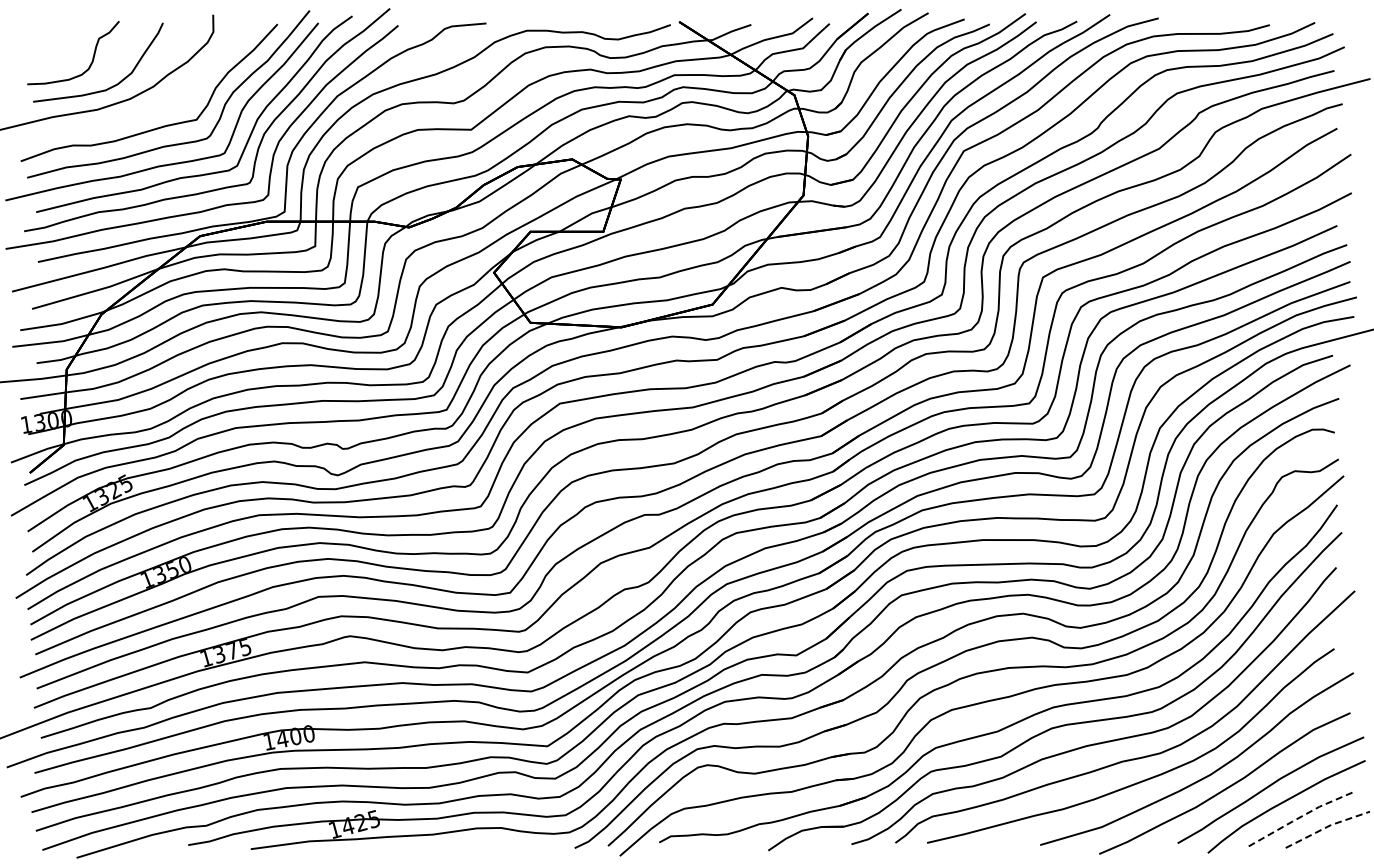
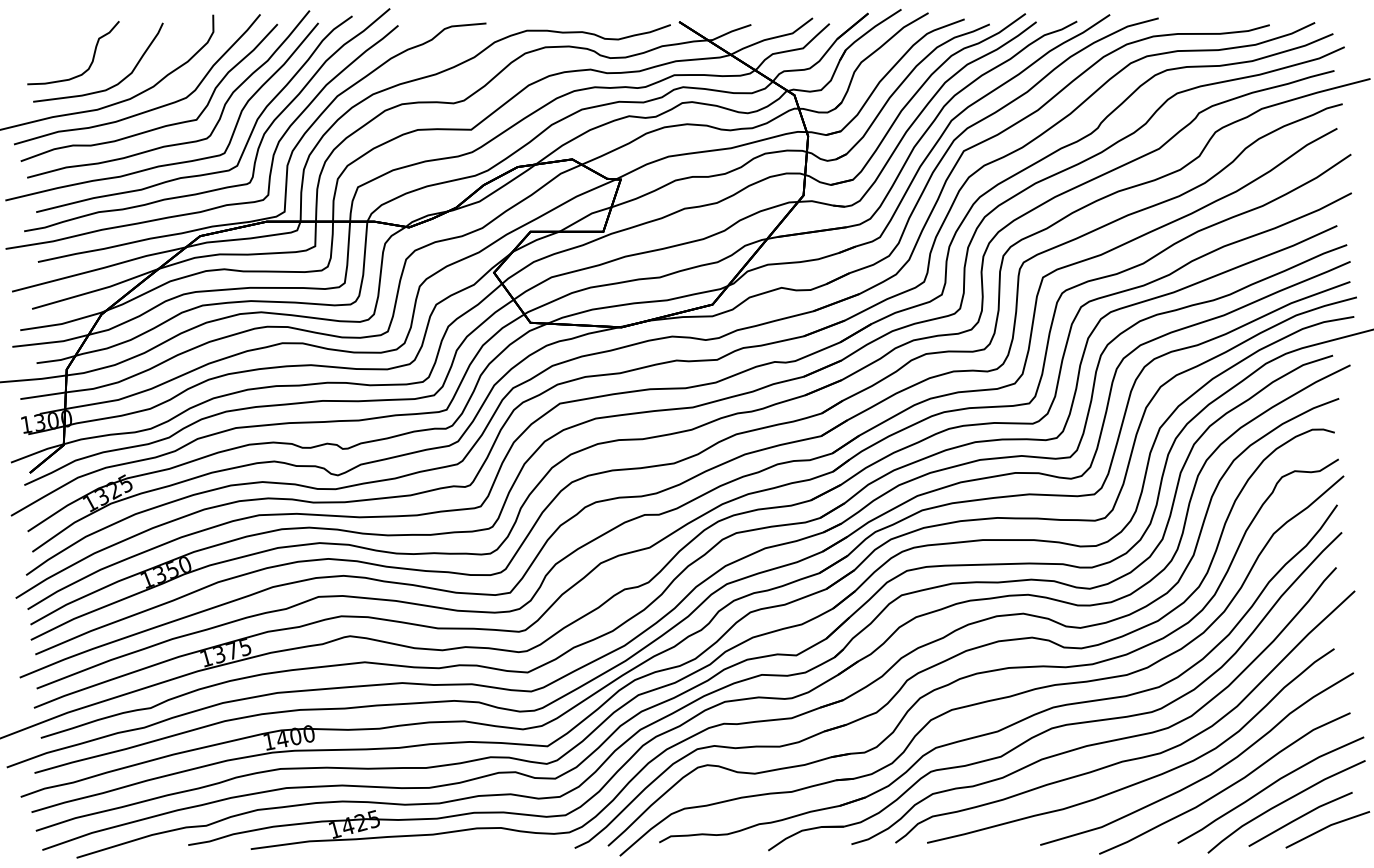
curve at (146, 110): none -> present
line at (1300, 817): dashed -> solid
line at (1327, 826): dashed -> solid
